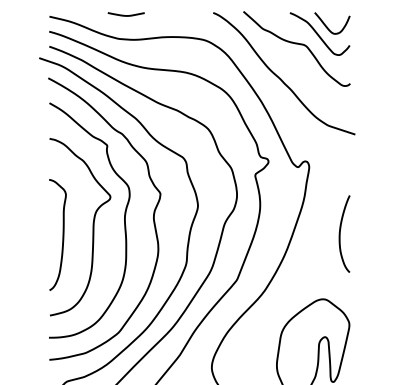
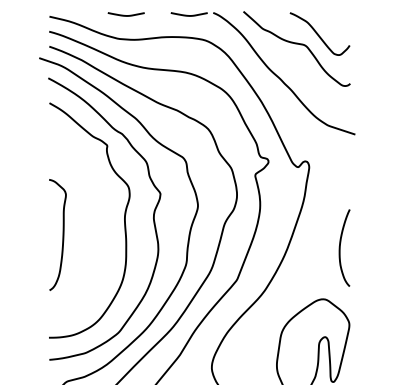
curve at (188, 15): none -> present
curve at (328, 27): present -> none
curve at (92, 227): present -> none
curve at (340, 233) position: (340, 233) -> (340, 247)
